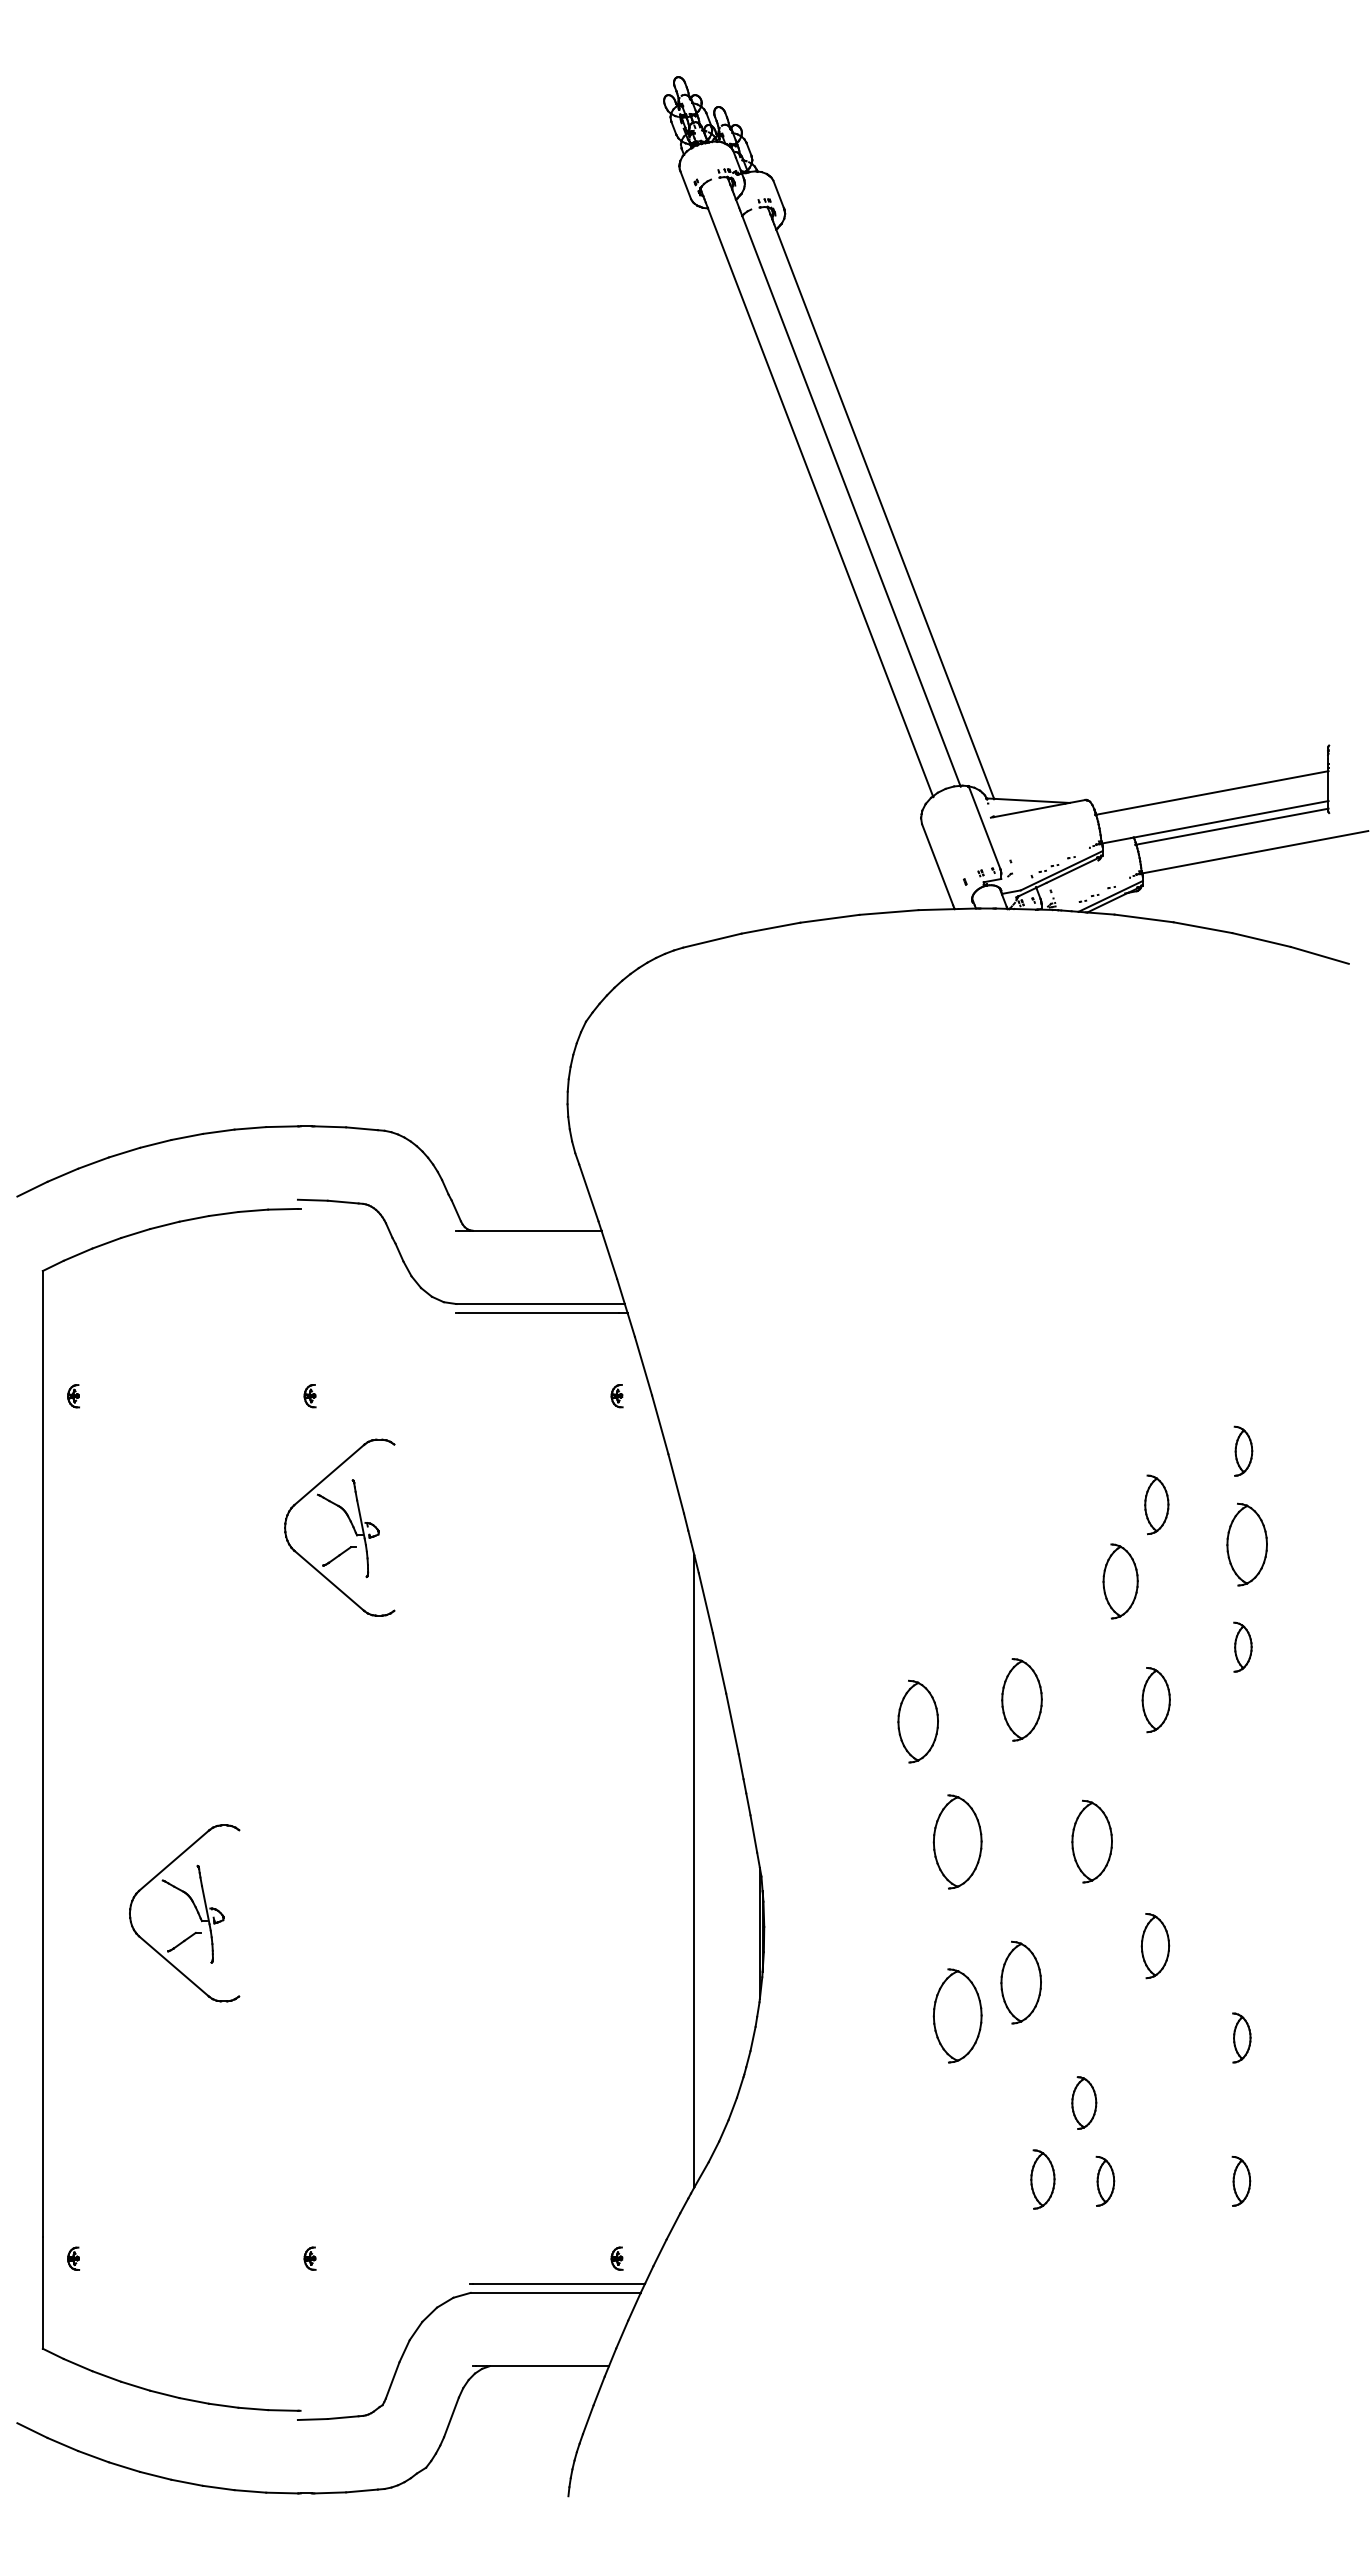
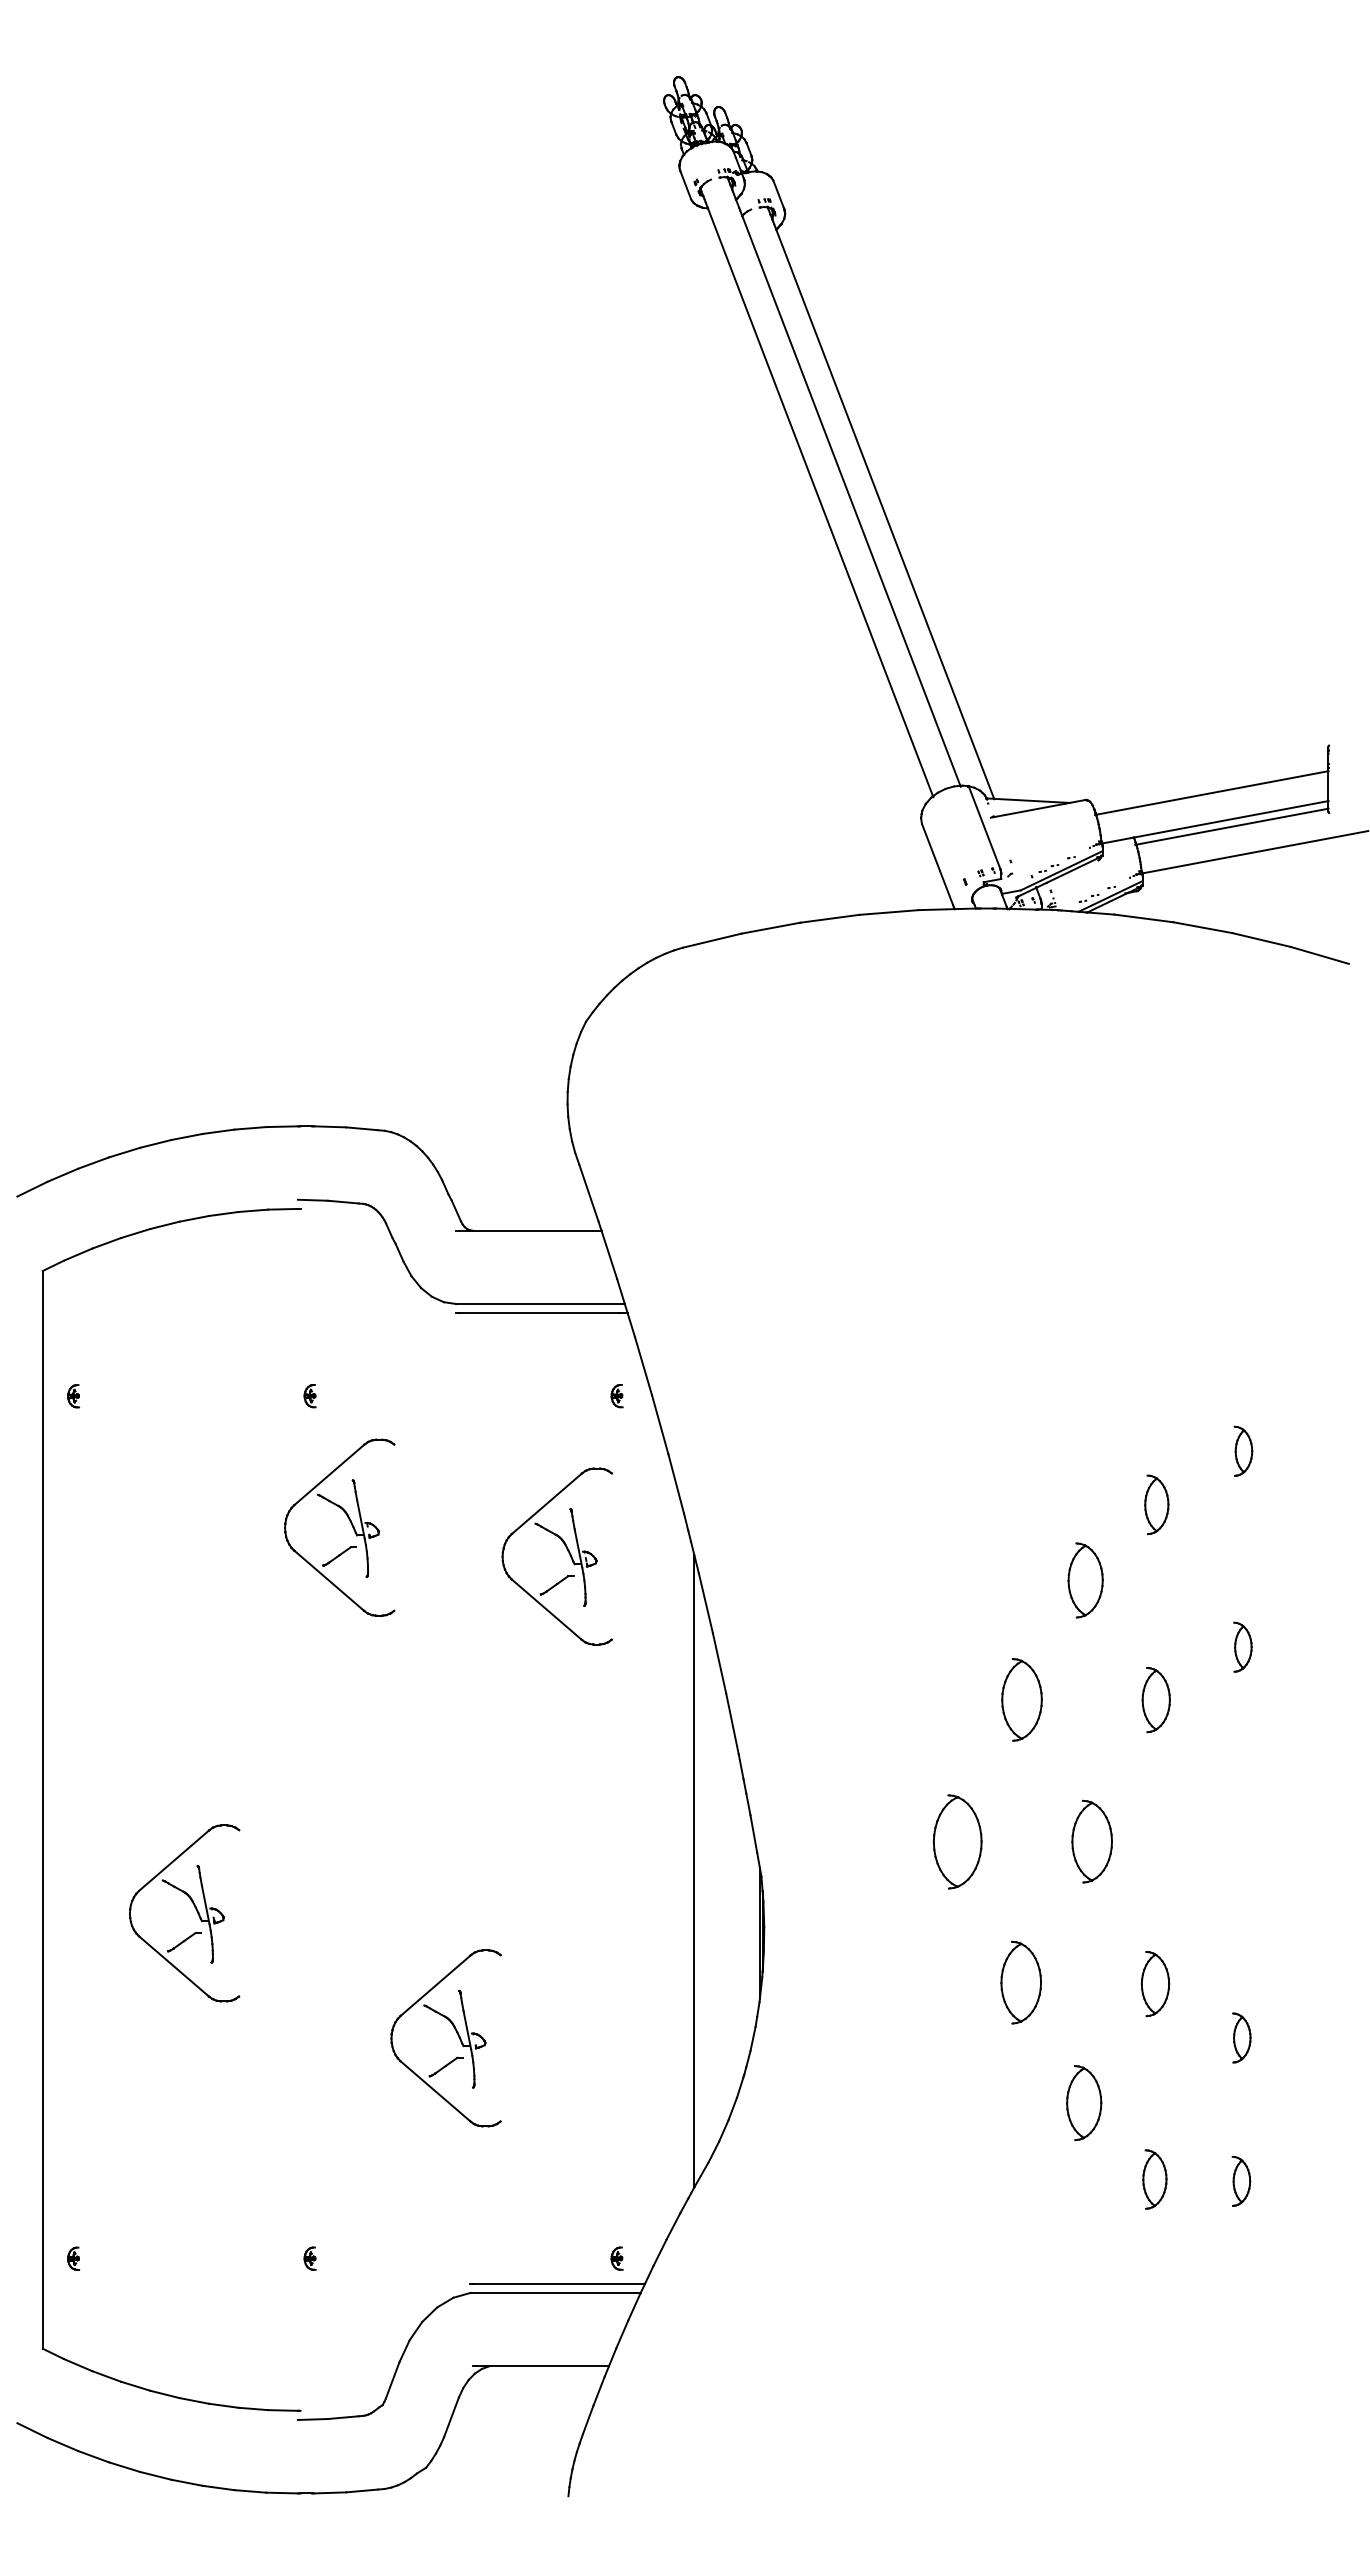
part at (1246, 1544): present -> none
part at (567, 1551): none -> present
part at (1120, 1581) position: (1120, 1581) -> (1085, 1580)
part at (917, 1721): present -> none
part at (1155, 1946) position: (1155, 1946) -> (1155, 1984)
part at (957, 2015): present -> none
part at (456, 2033): none -> present
part at (1084, 2102) size: 27x54 px -> 37x76 px
part at (1042, 2179) position: (1042, 2179) -> (1154, 2179)
part at (1105, 2181): present -> none
